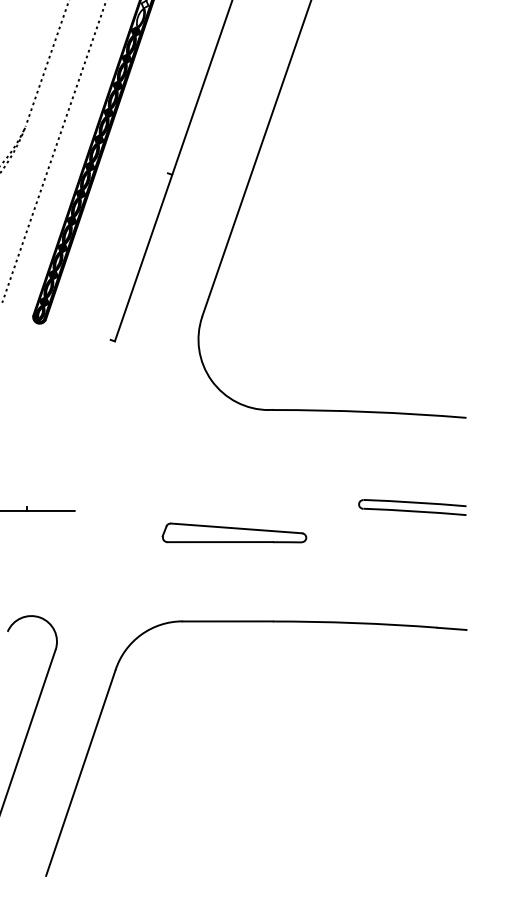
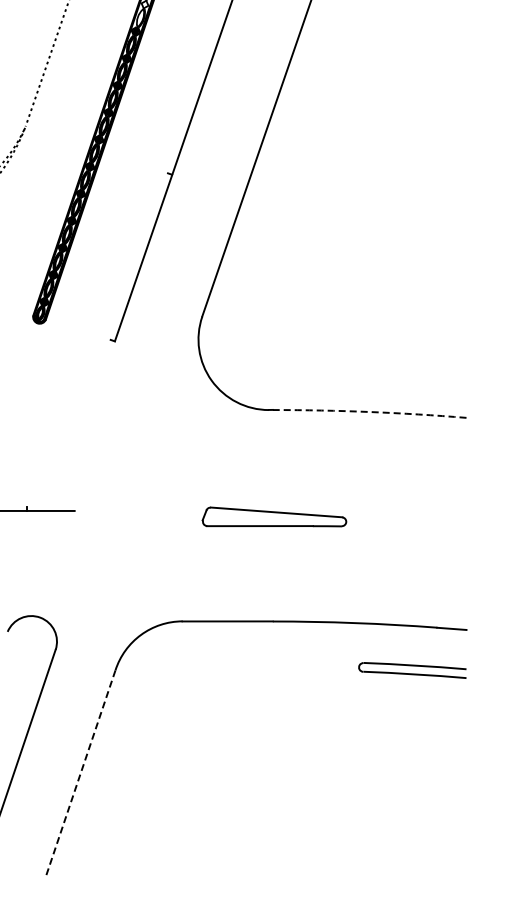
line at (53, 152): present -> none
arc at (369, 412): solid -> dashed
part at (412, 507) position: (412, 507) -> (412, 670)
part at (234, 532) position: (234, 532) -> (274, 516)
line at (80, 773): solid -> dashed
